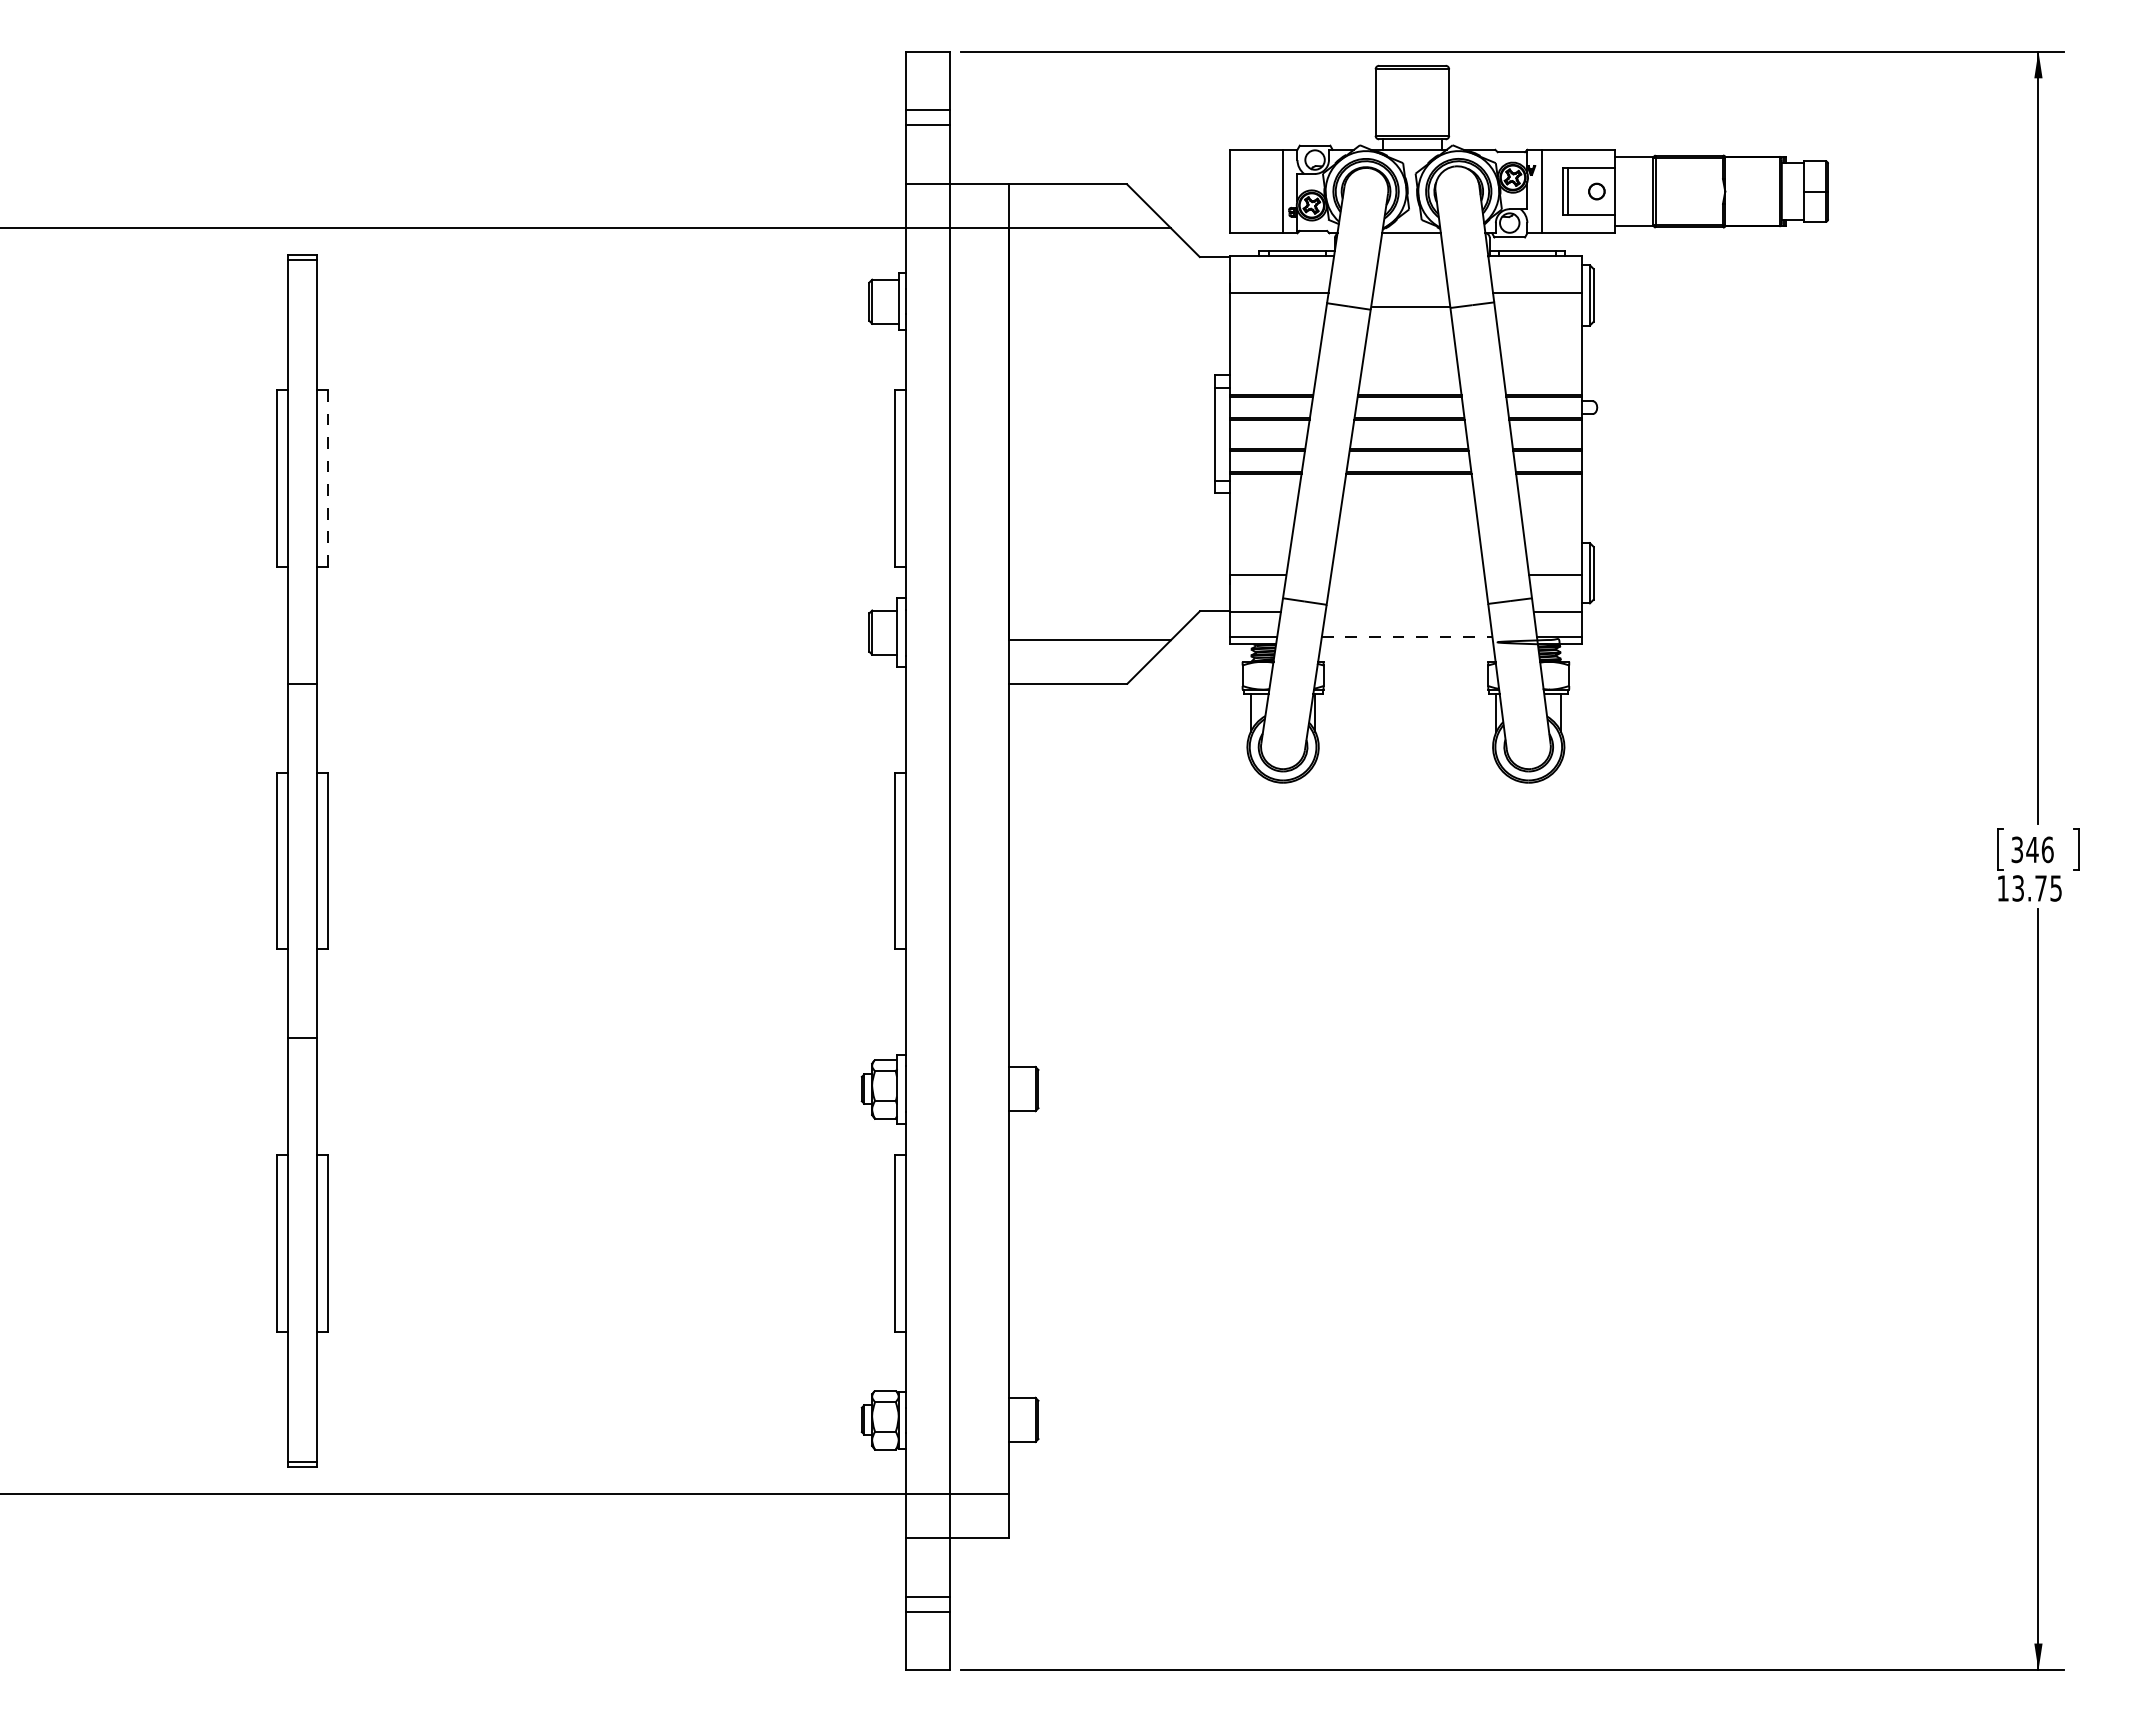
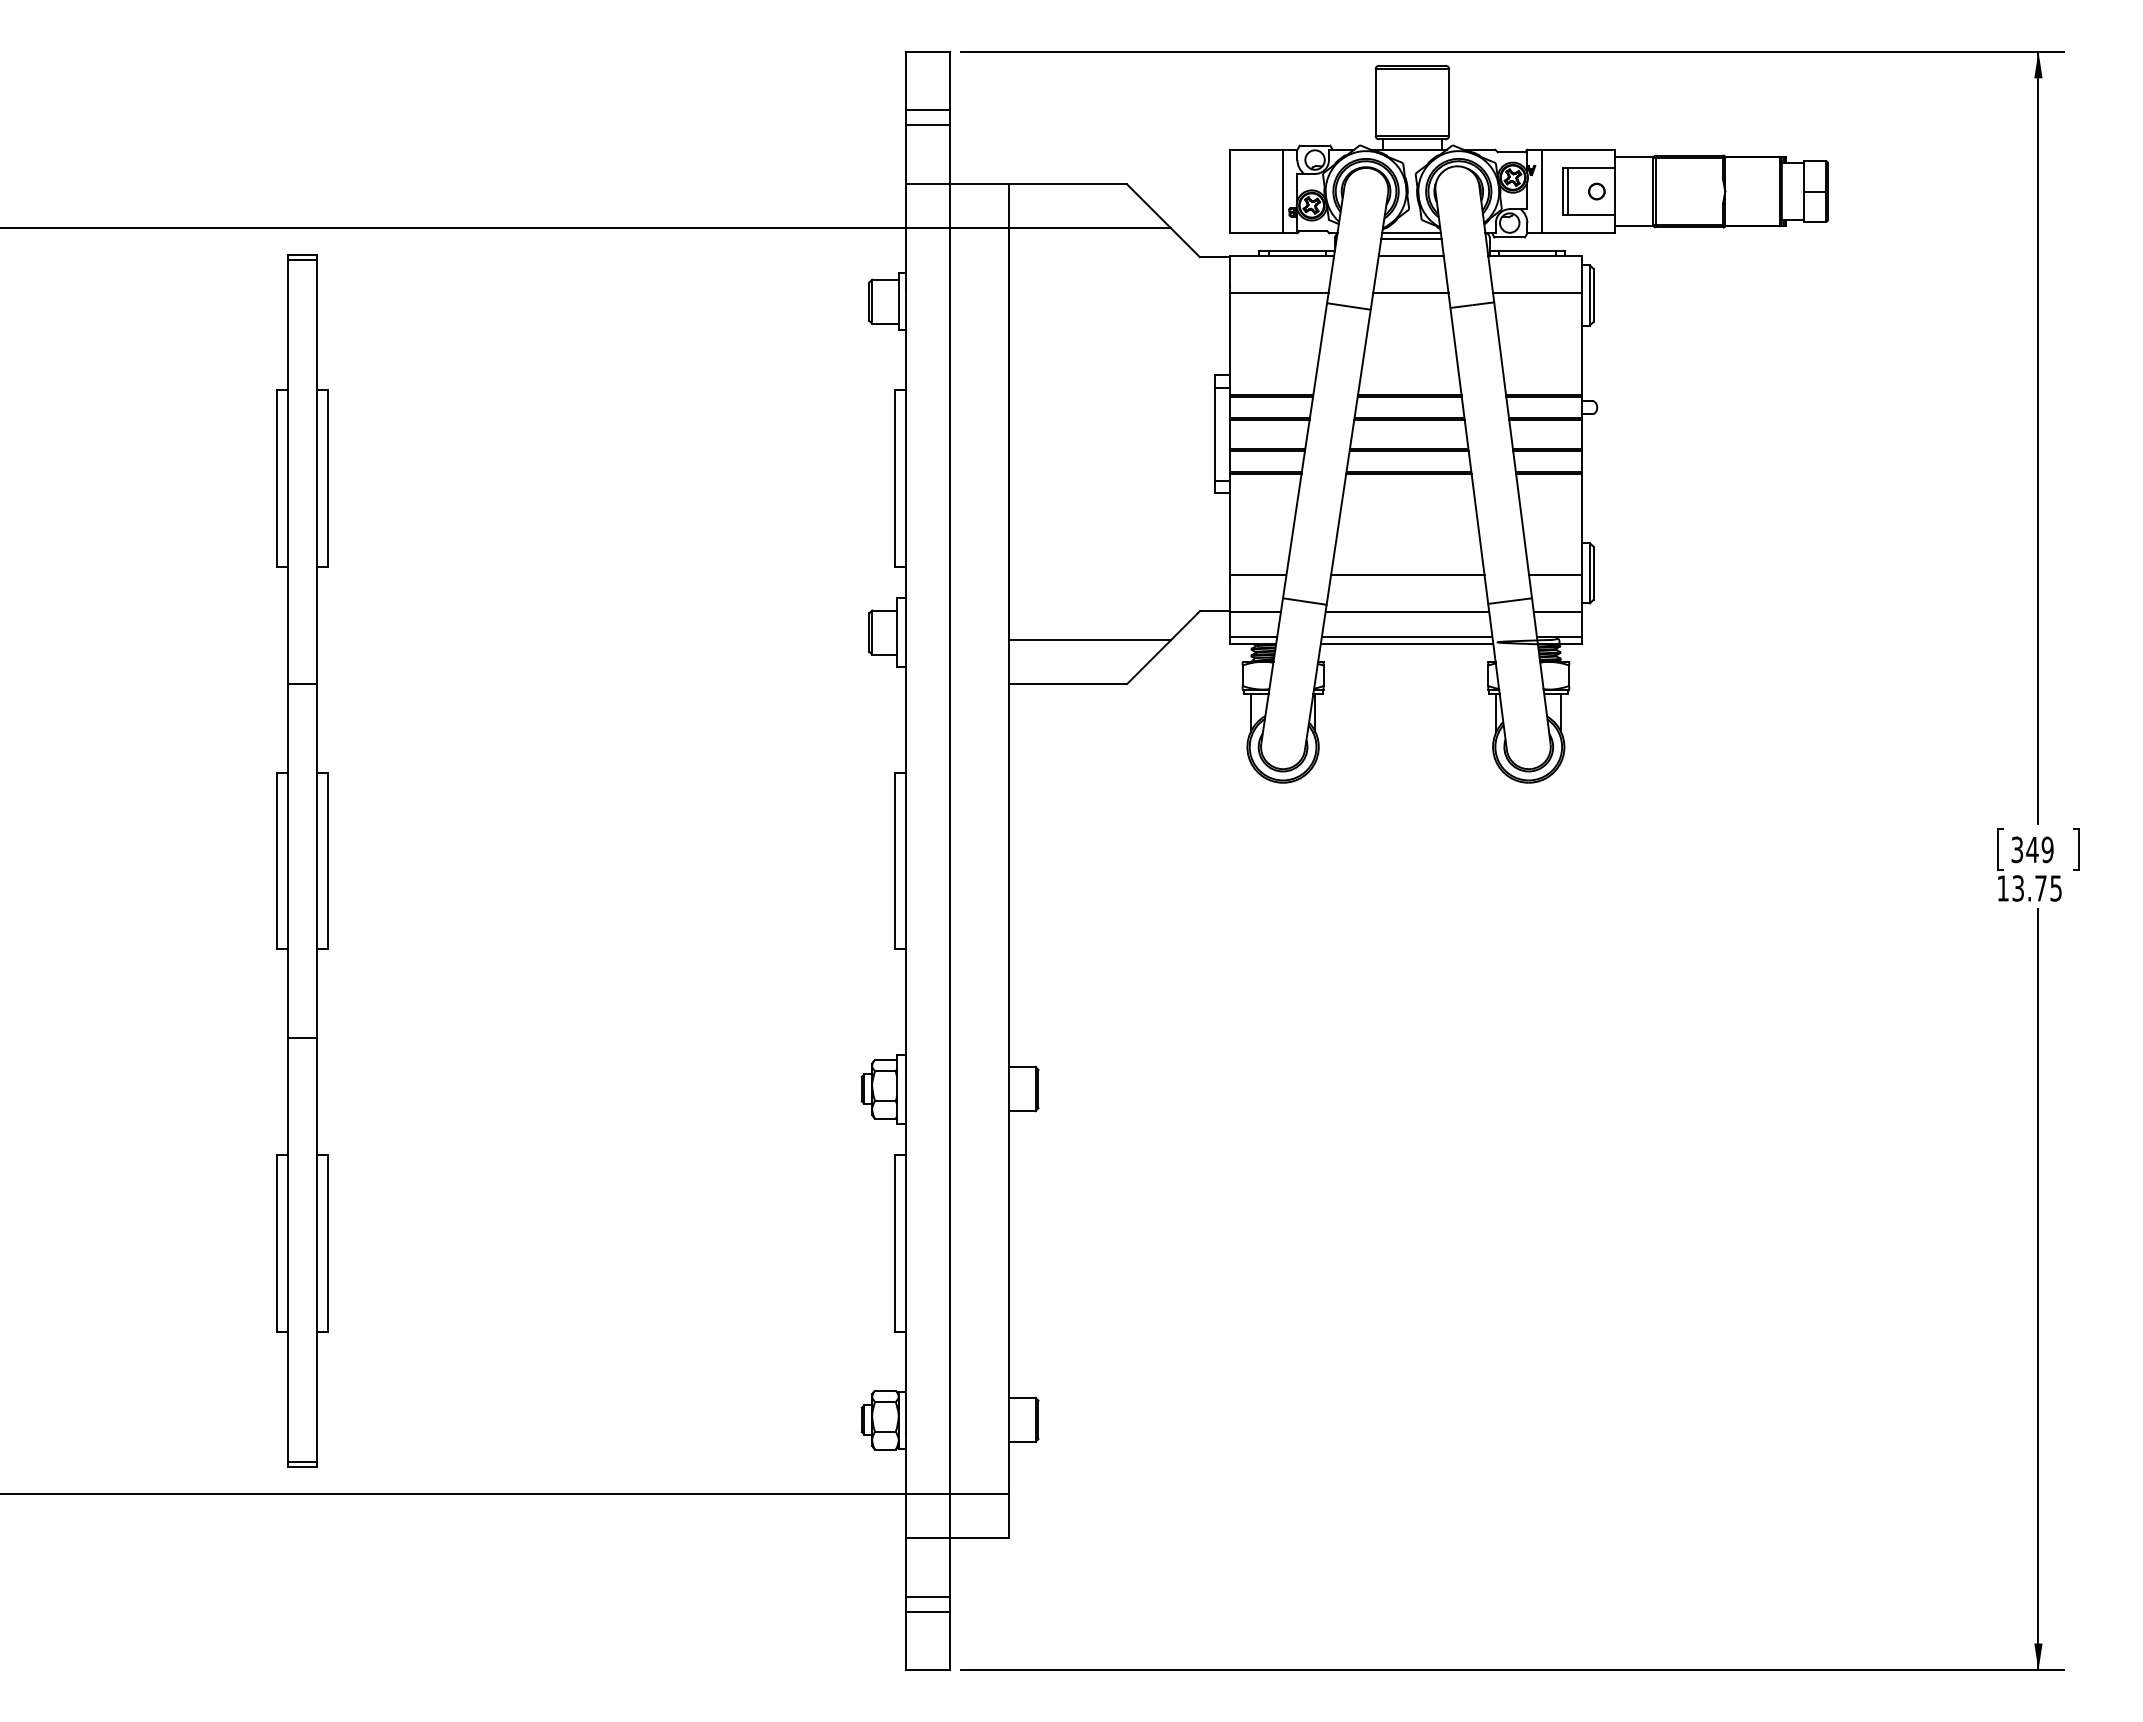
line at (1411, 238): none -> present
line at (1410, 256): none -> present
line at (1410, 307) position: (1410, 307) -> (1410, 293)
line at (327, 478): dashed -> solid
line at (1407, 575): none -> present
line at (1407, 611): none -> present
line at (1407, 636): dashed -> solid
line at (1406, 643): none -> present
text at (2047, 849): 346 -> 349
